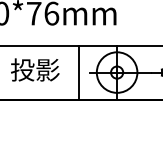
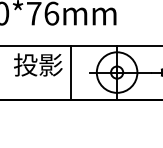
text at (35, 69) position: (35, 69) -> (38, 64)
line at (79, 72) position: (79, 72) -> (71, 72)
